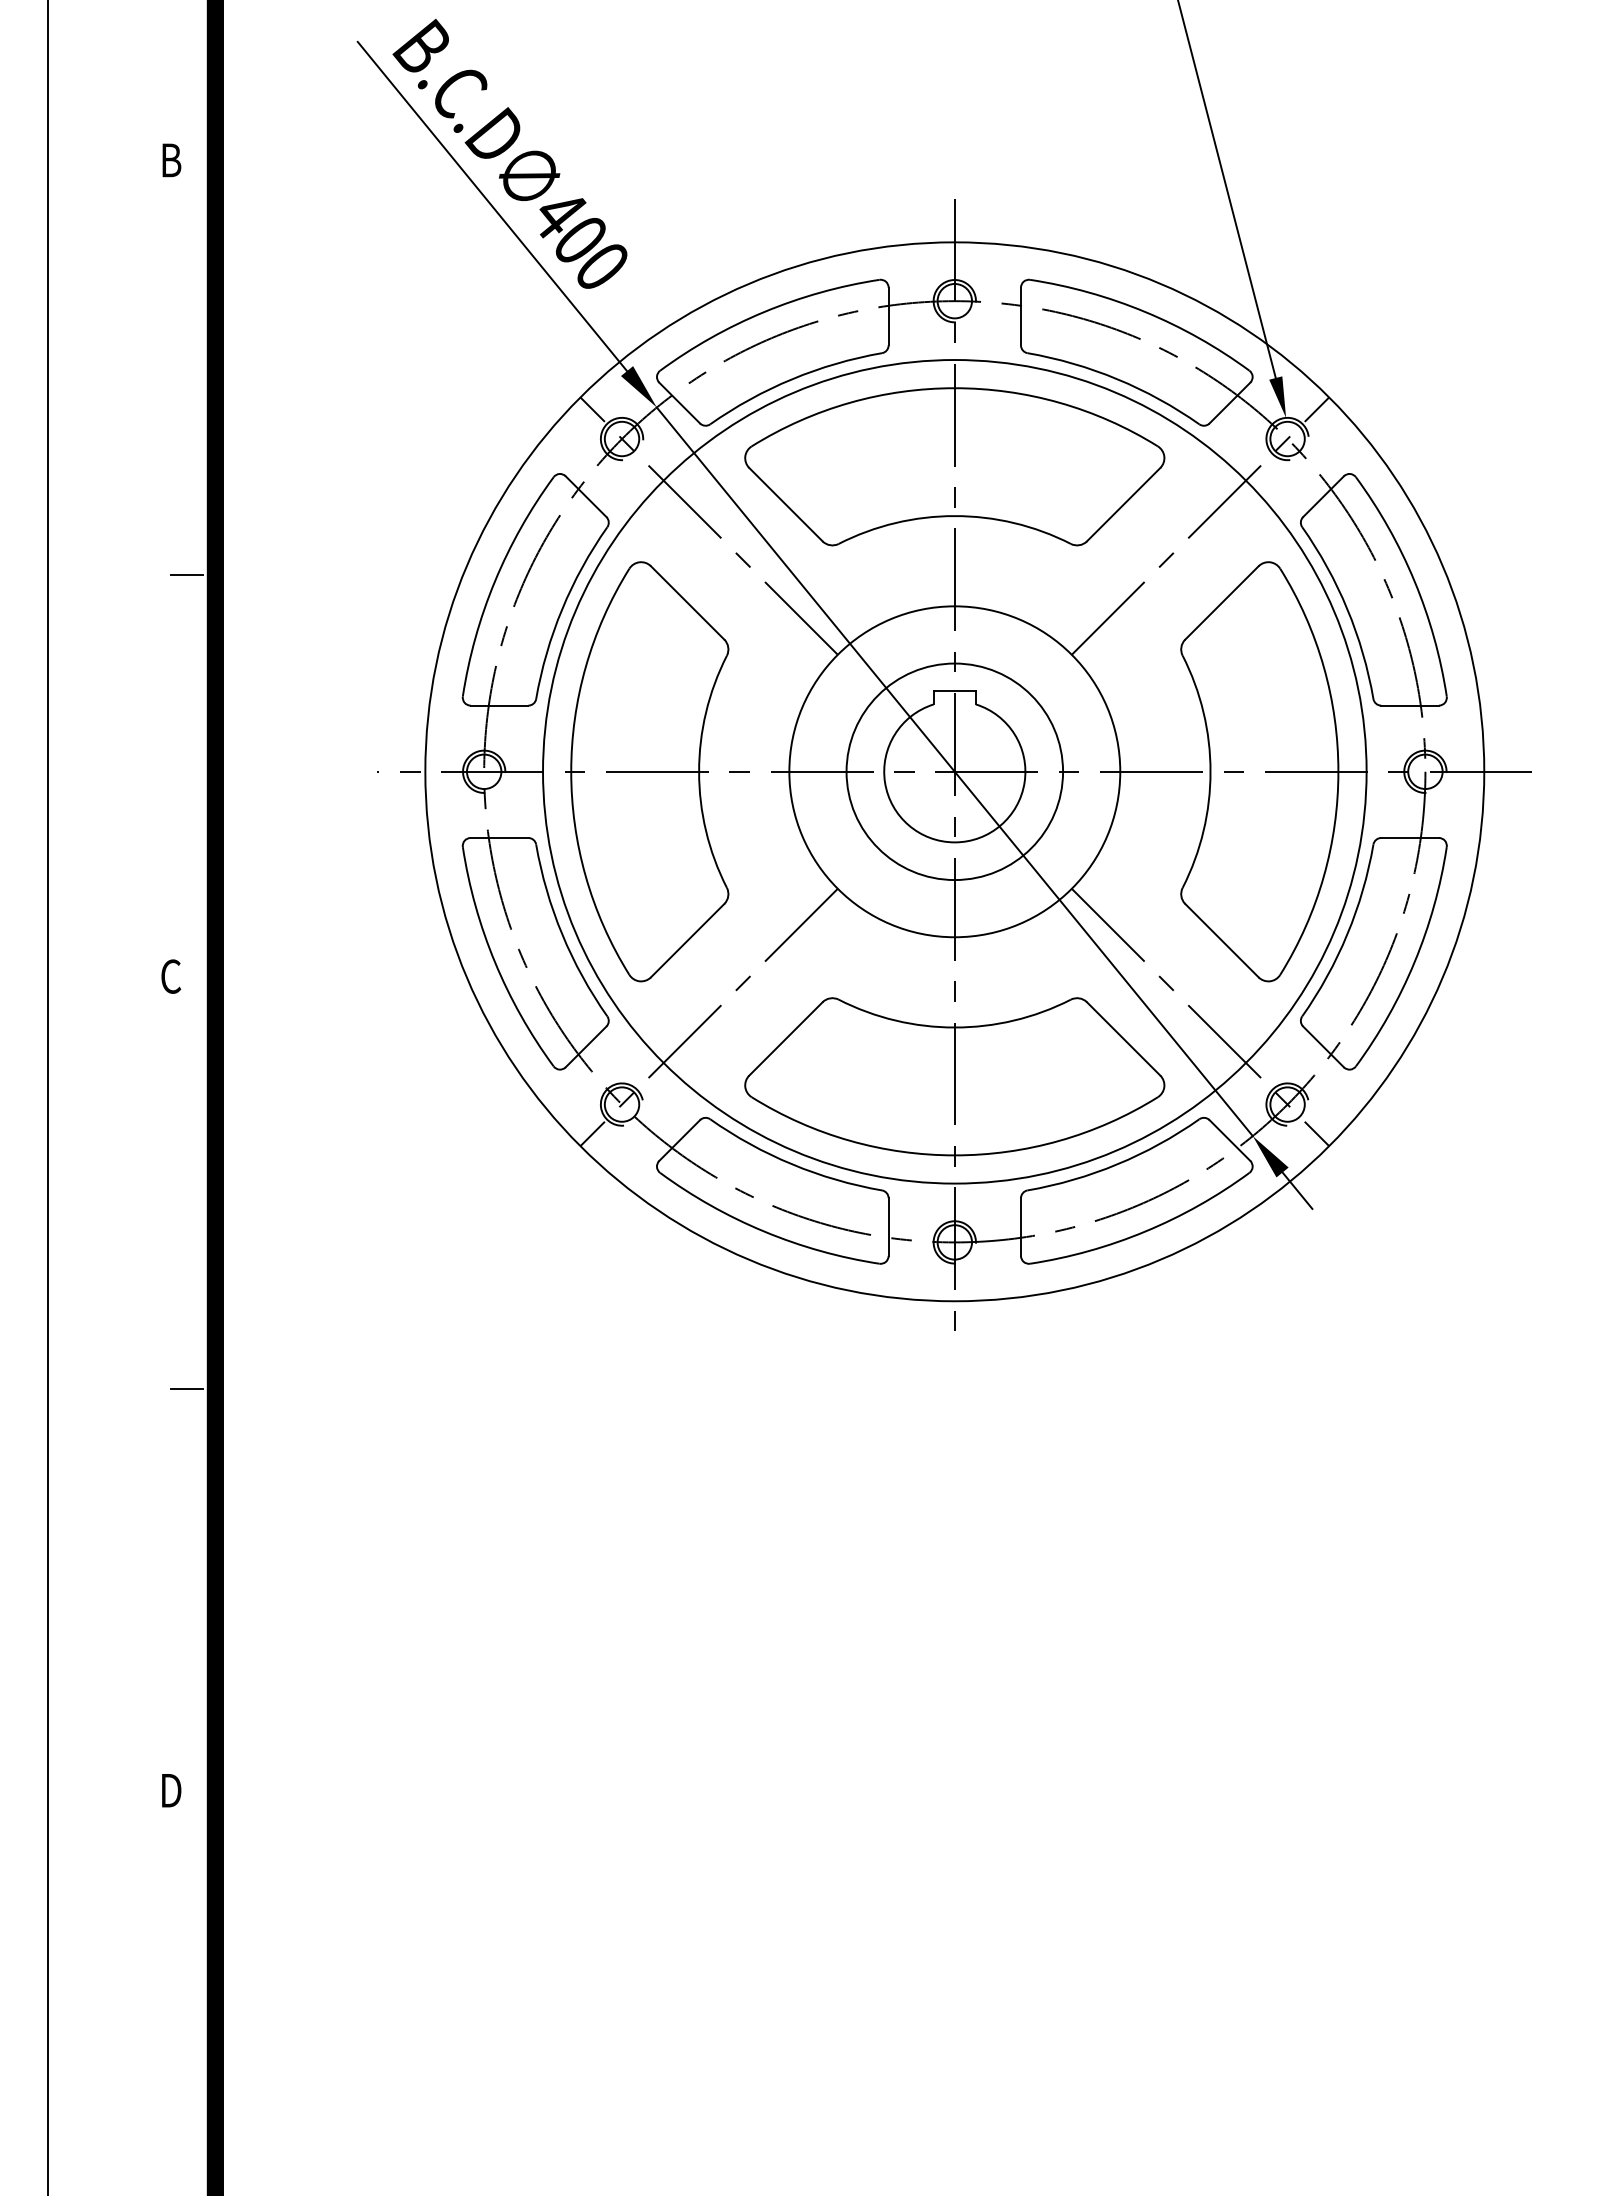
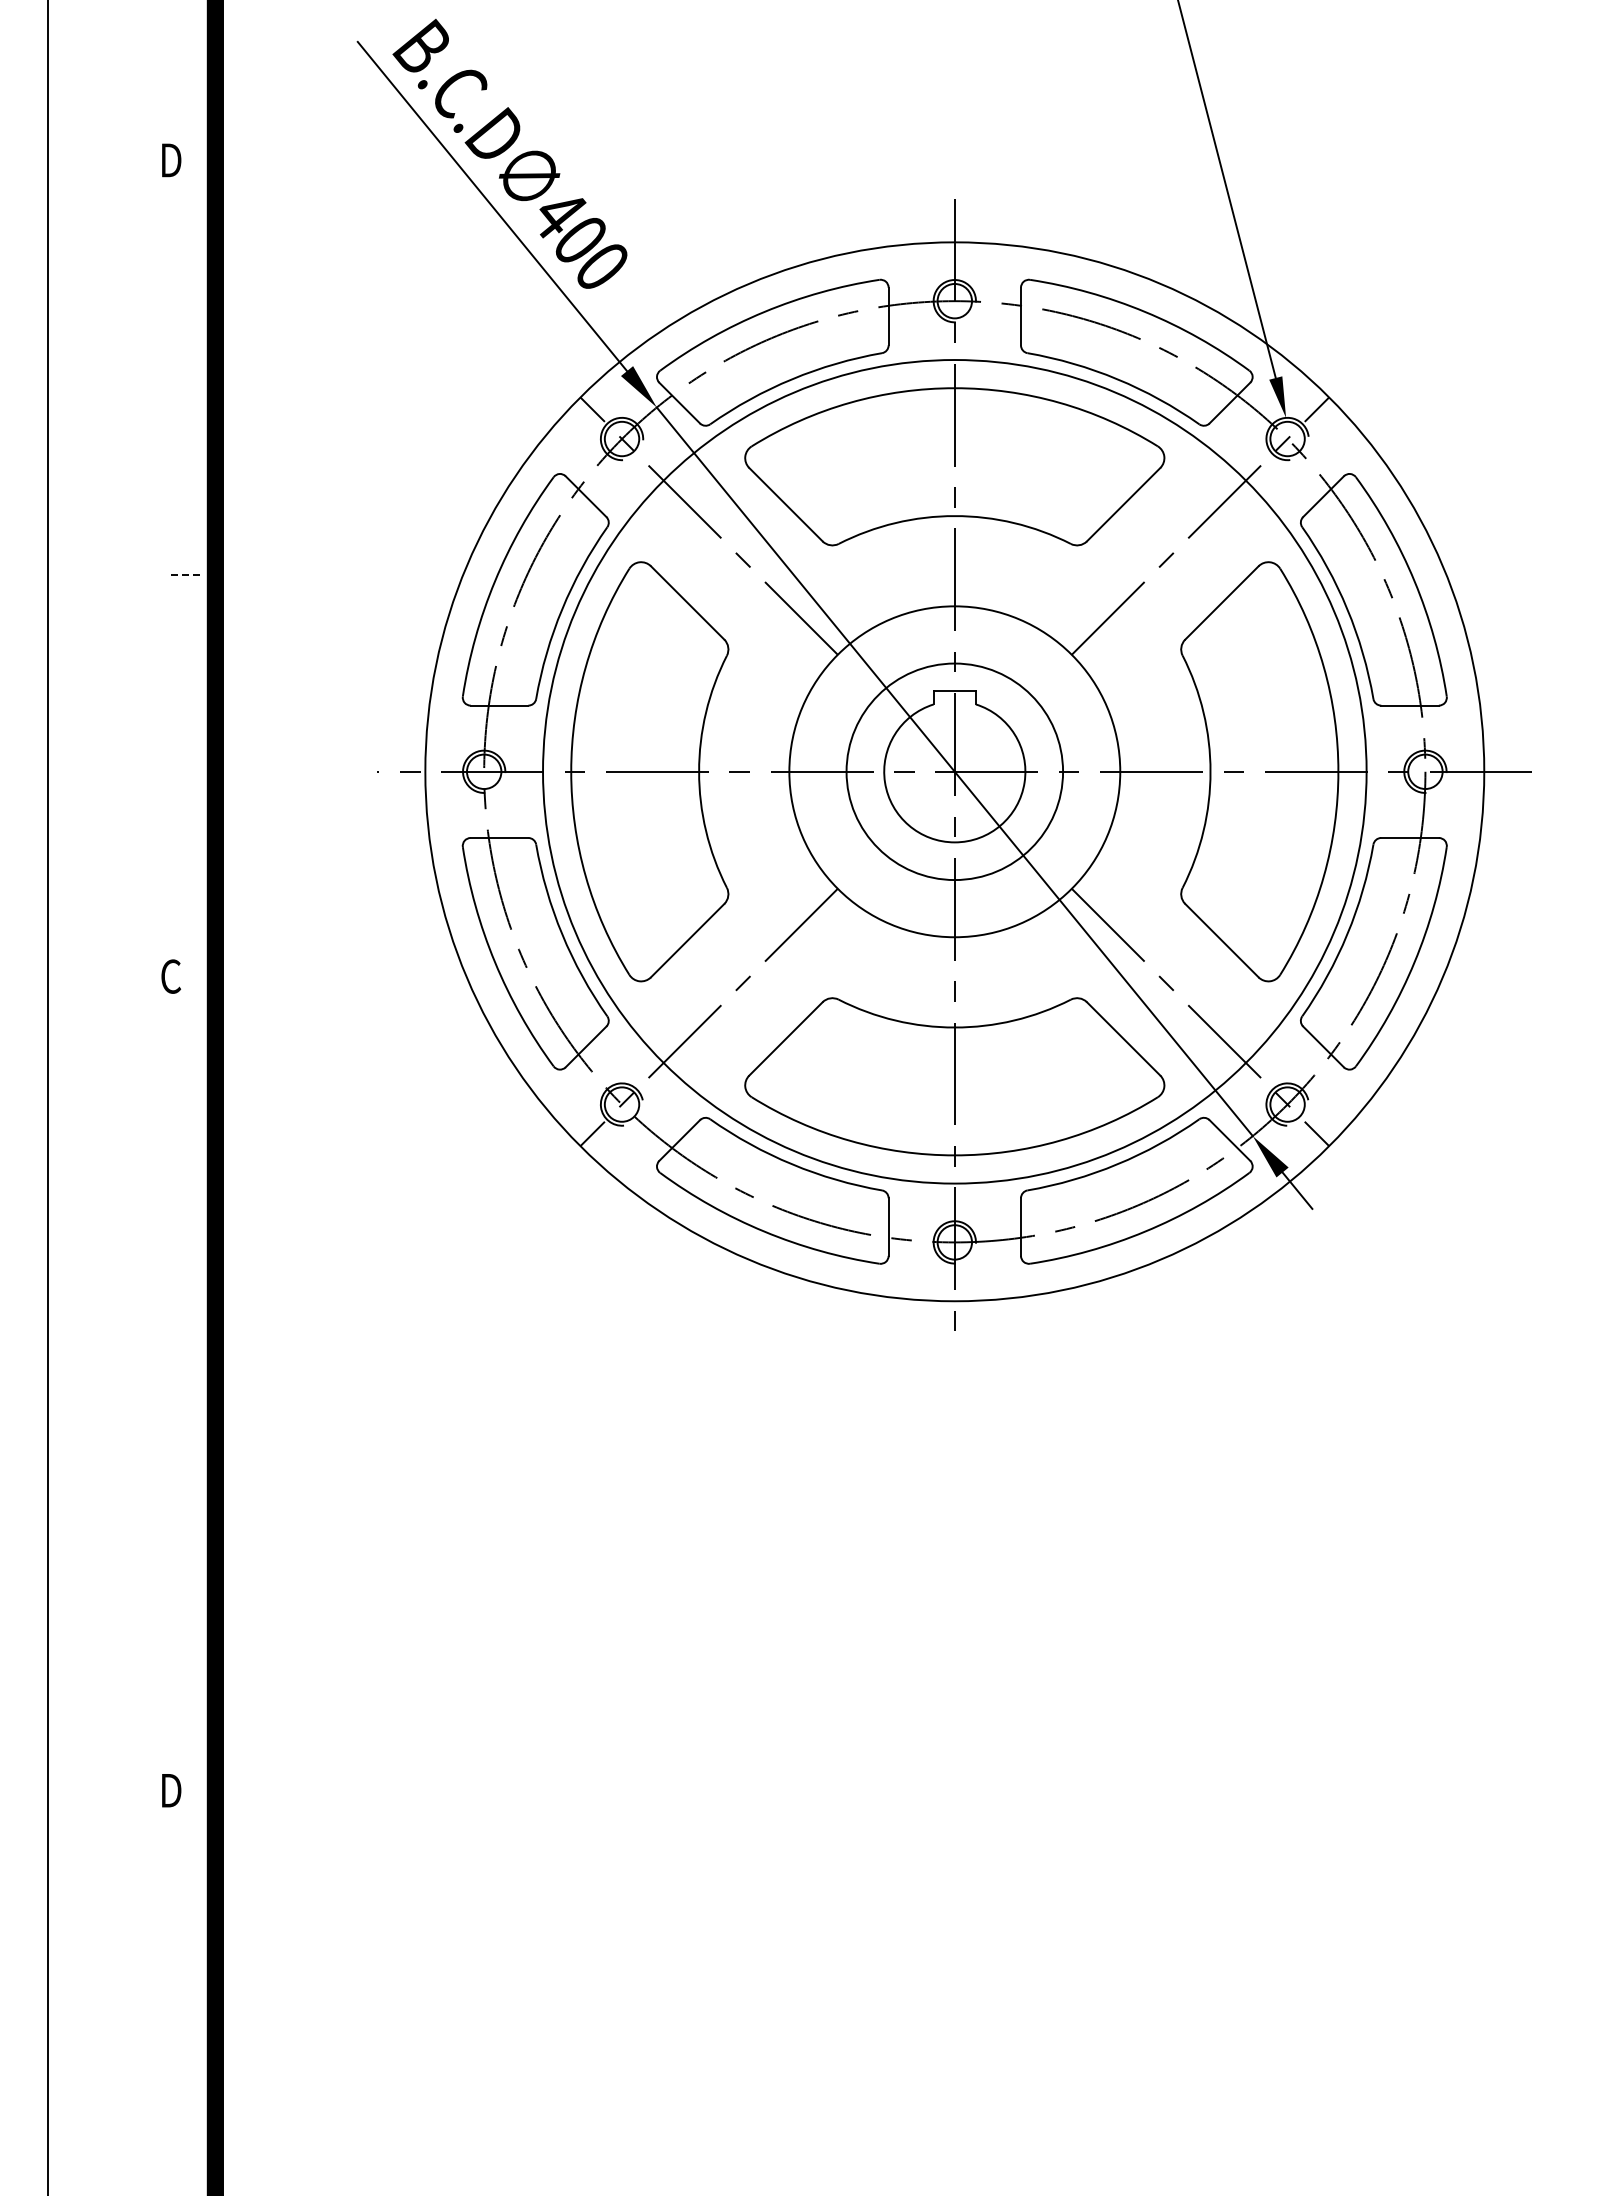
text at (171, 160): B -> D
line at (187, 575): solid -> dashed
line at (186, 1388): present -> none
